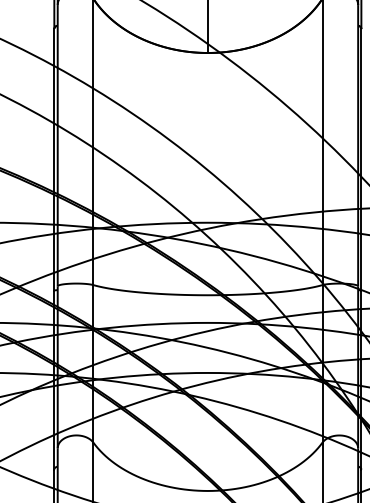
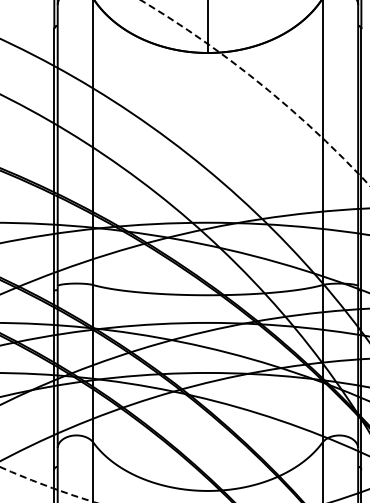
circle at (255, 92): solid -> dashed
circle at (48, 484): solid -> dashed
